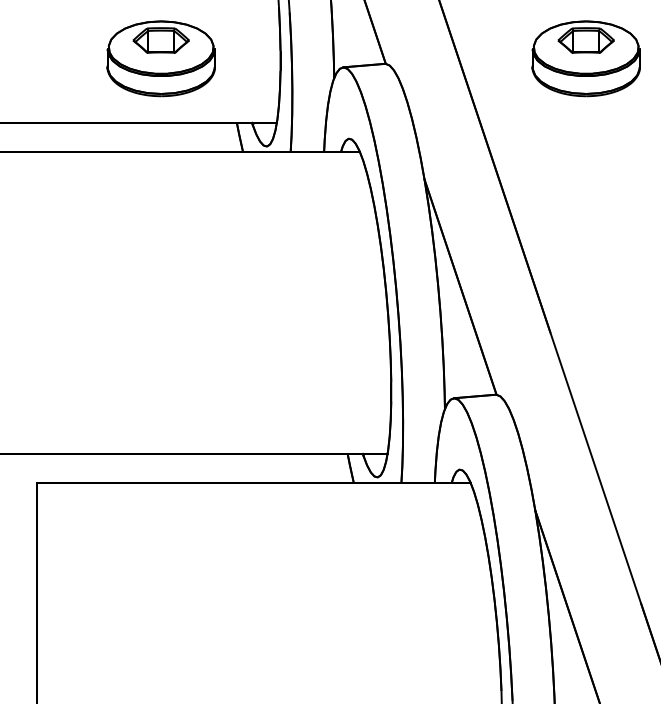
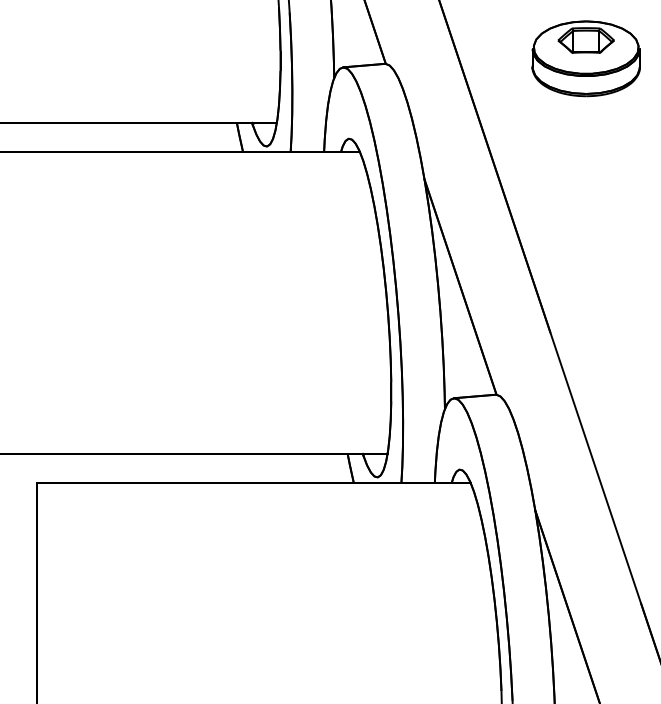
part at (160, 58): present -> none
